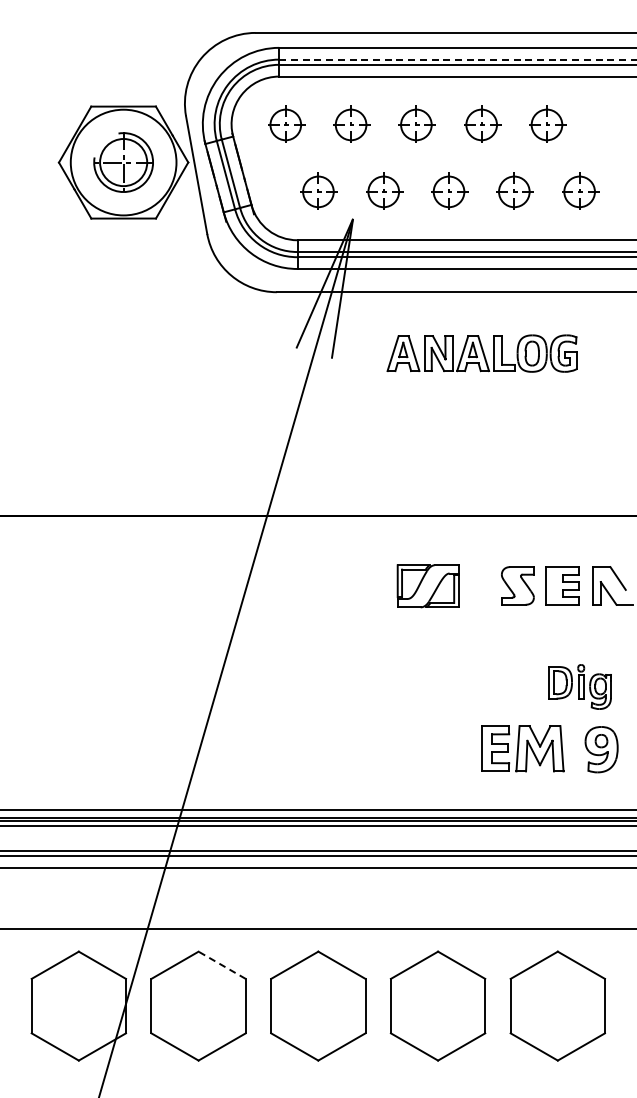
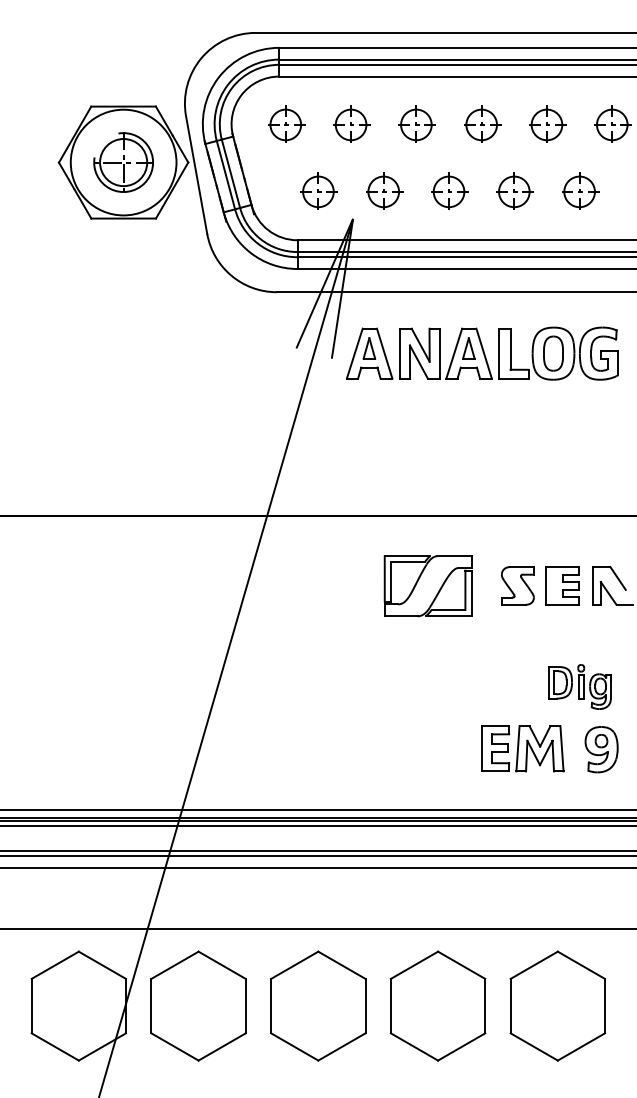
line at (458, 59): dashed -> solid
part at (612, 123): none -> present
part at (481, 353) size: 192x39 px -> 273x55 px
part at (427, 586) size: 64x45 px -> 90x63 px
line at (221, 965): dashed -> solid
